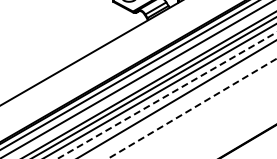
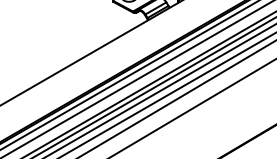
line at (167, 95): dashed -> solid
line at (192, 108): dashed -> solid
